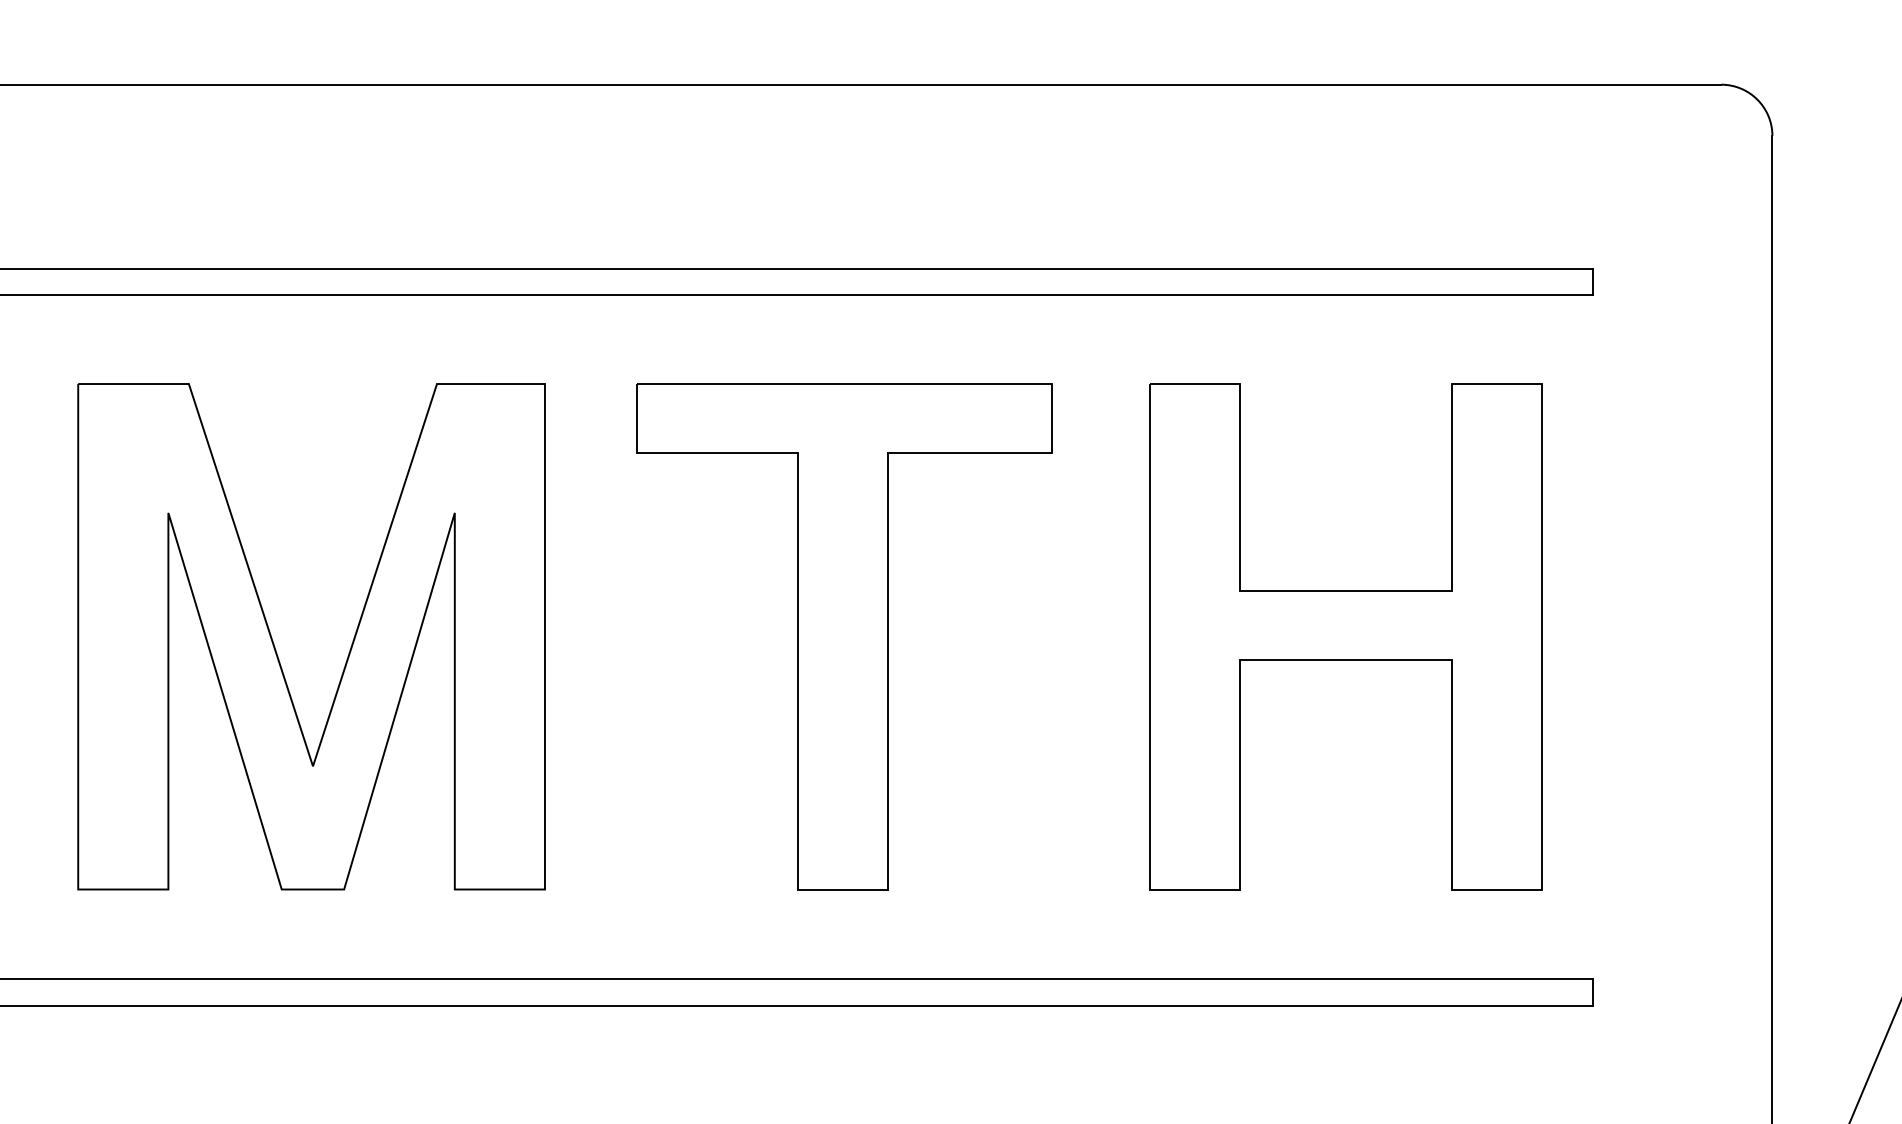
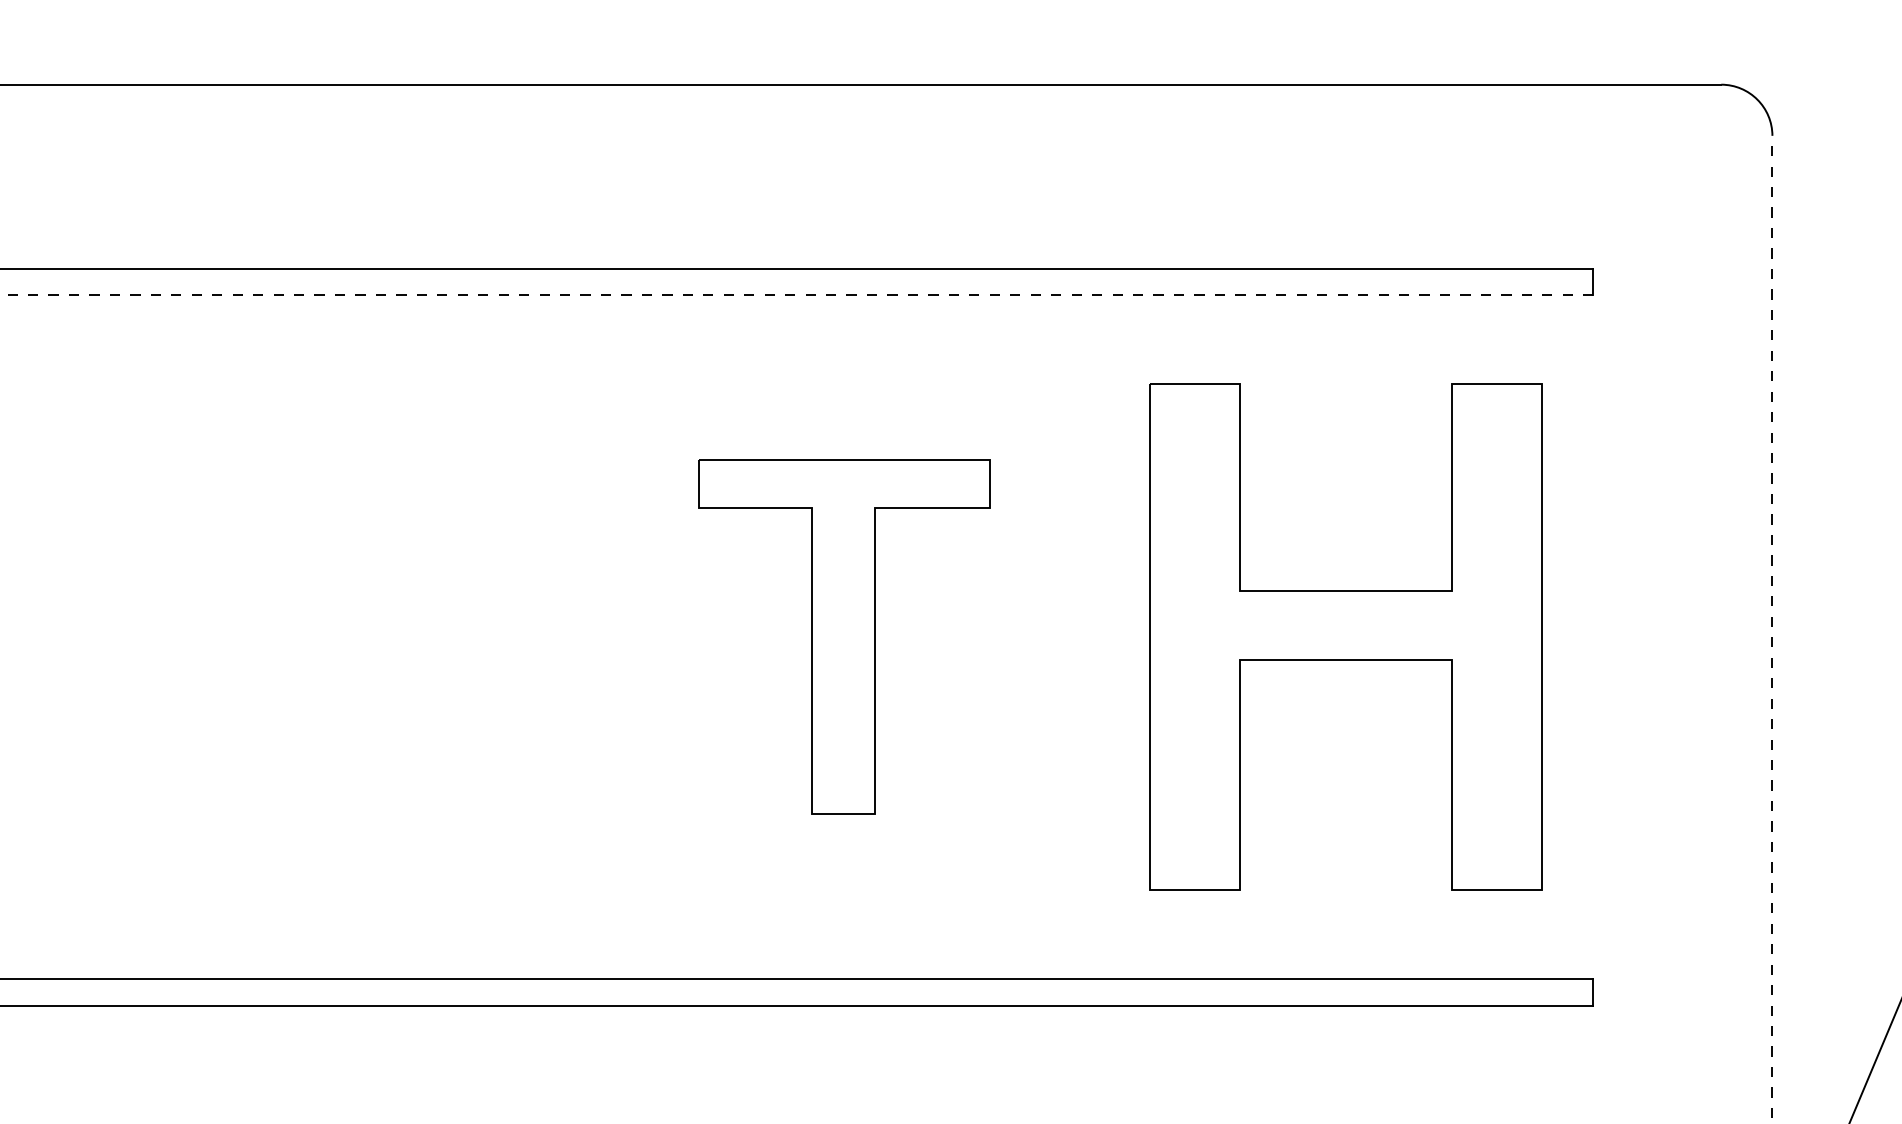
line at (796, 295): solid -> dashed
line at (1772, 629): solid -> dashed
part at (844, 636) size: 417x508 px -> 293x356 px
part at (275, 647): present -> none
